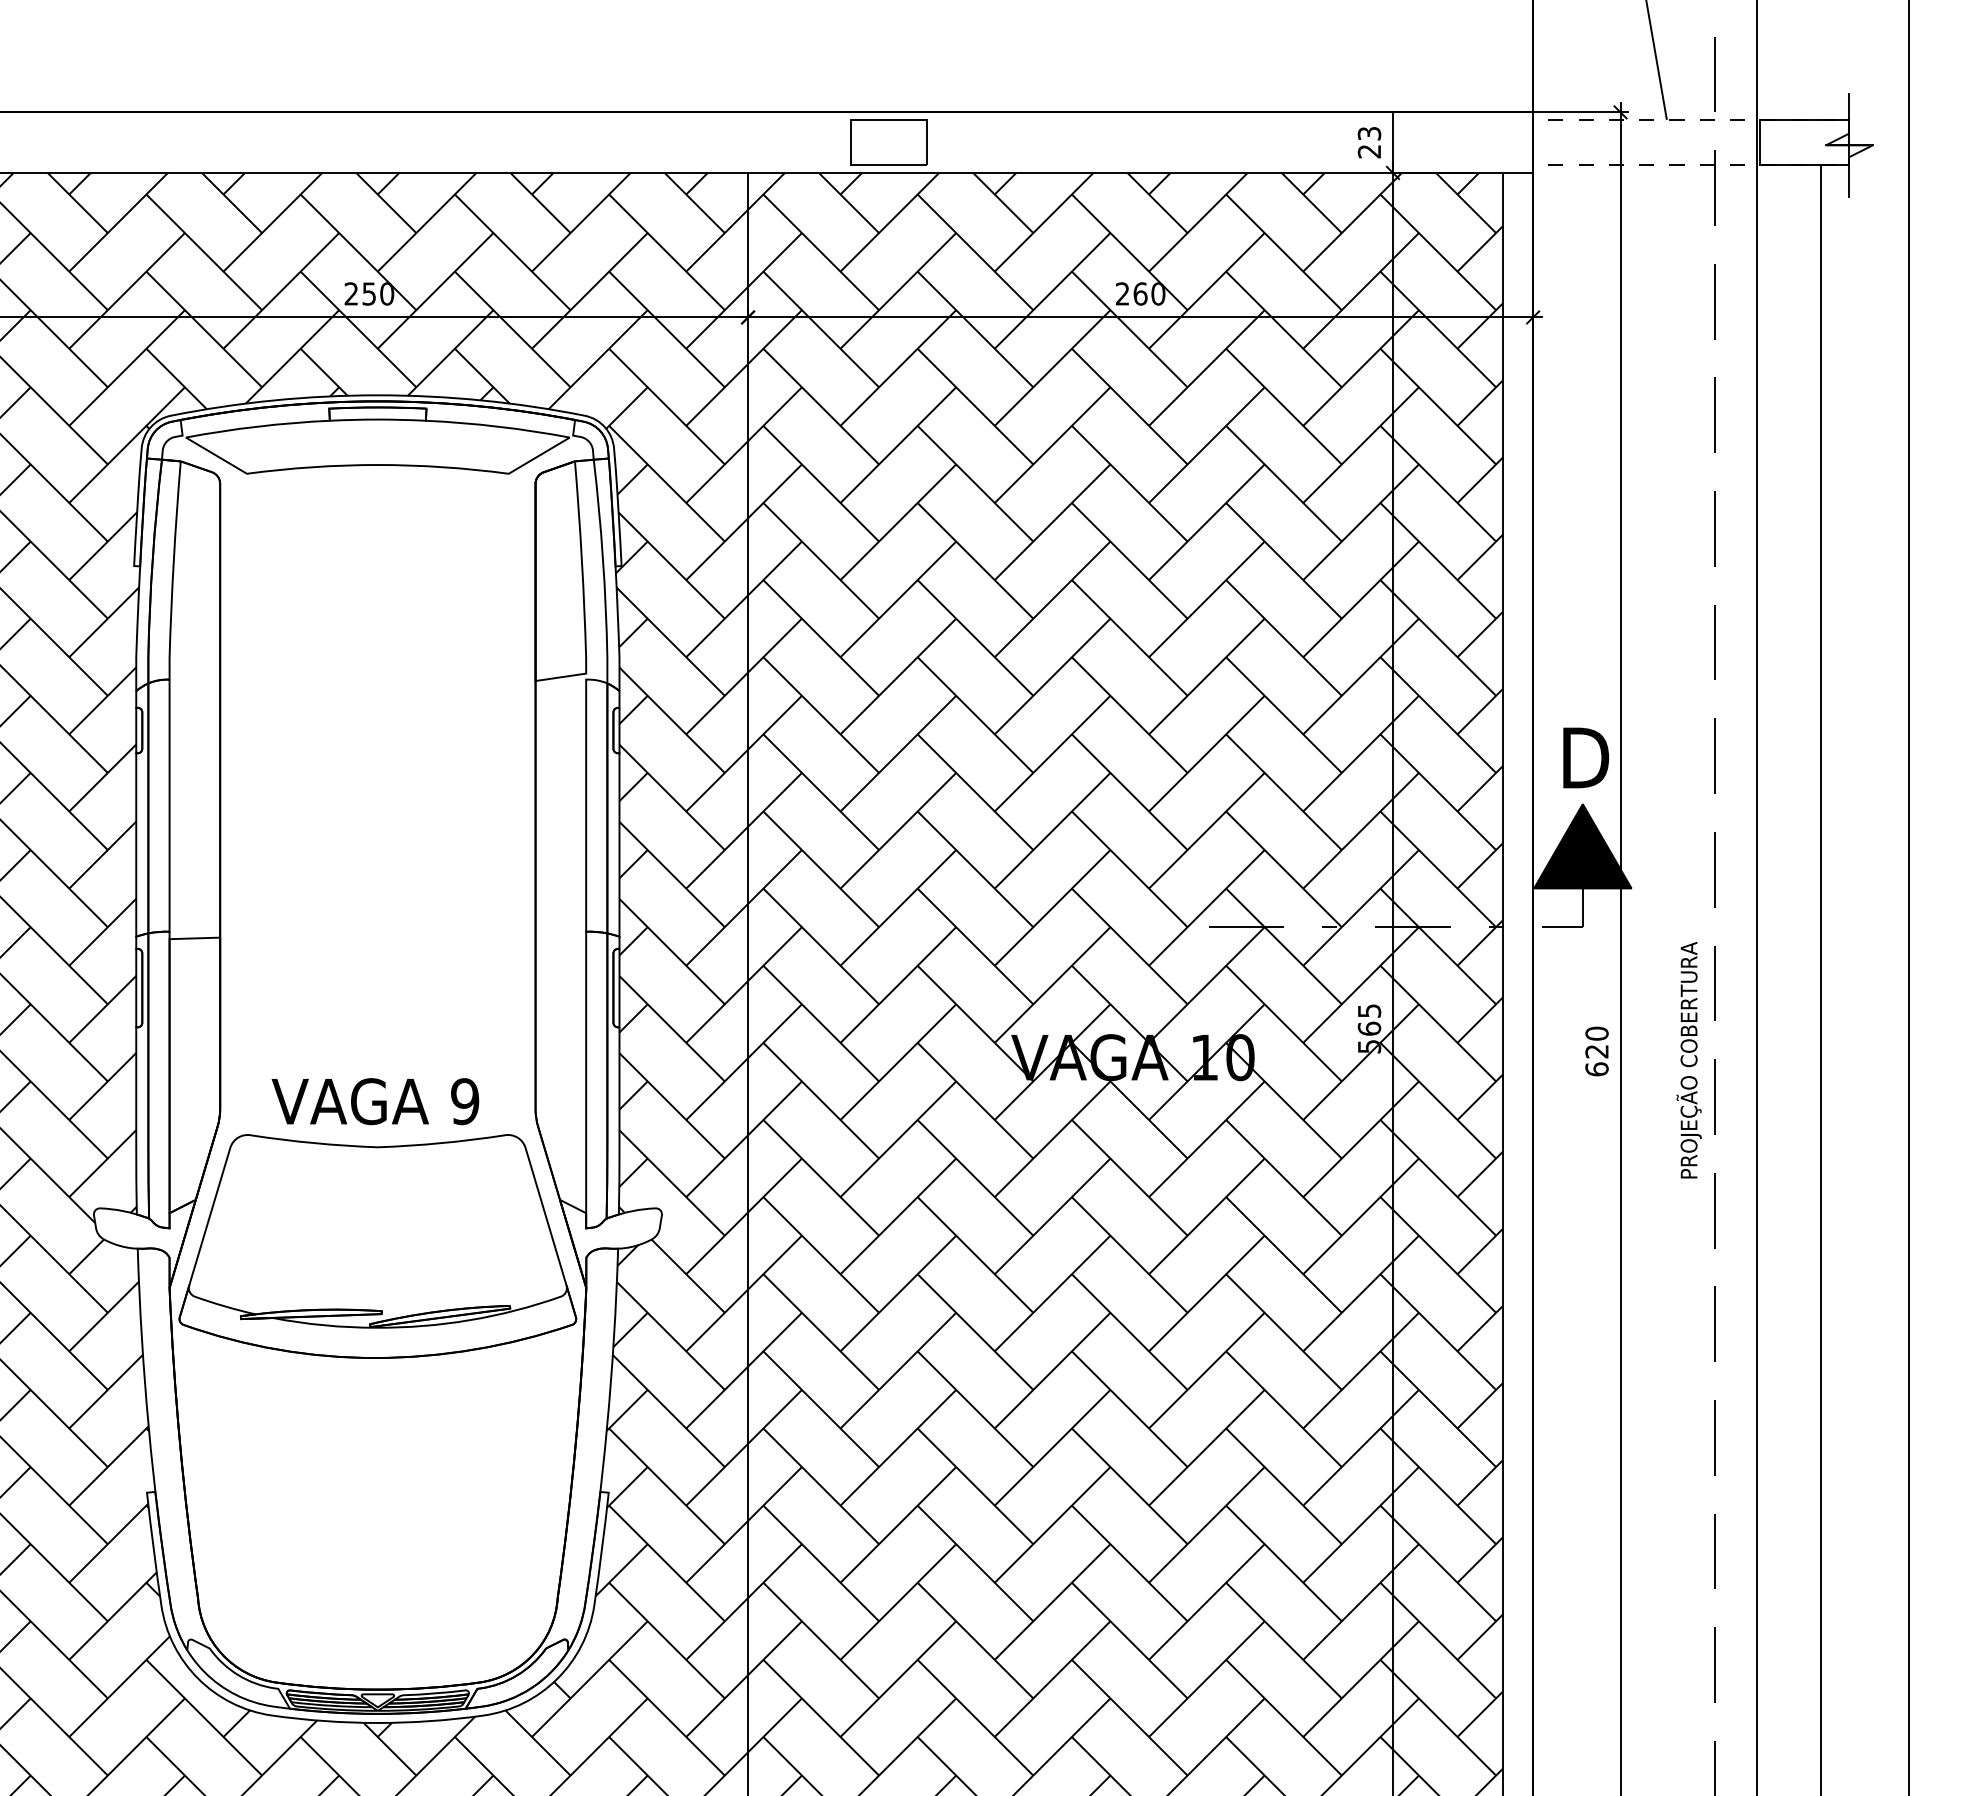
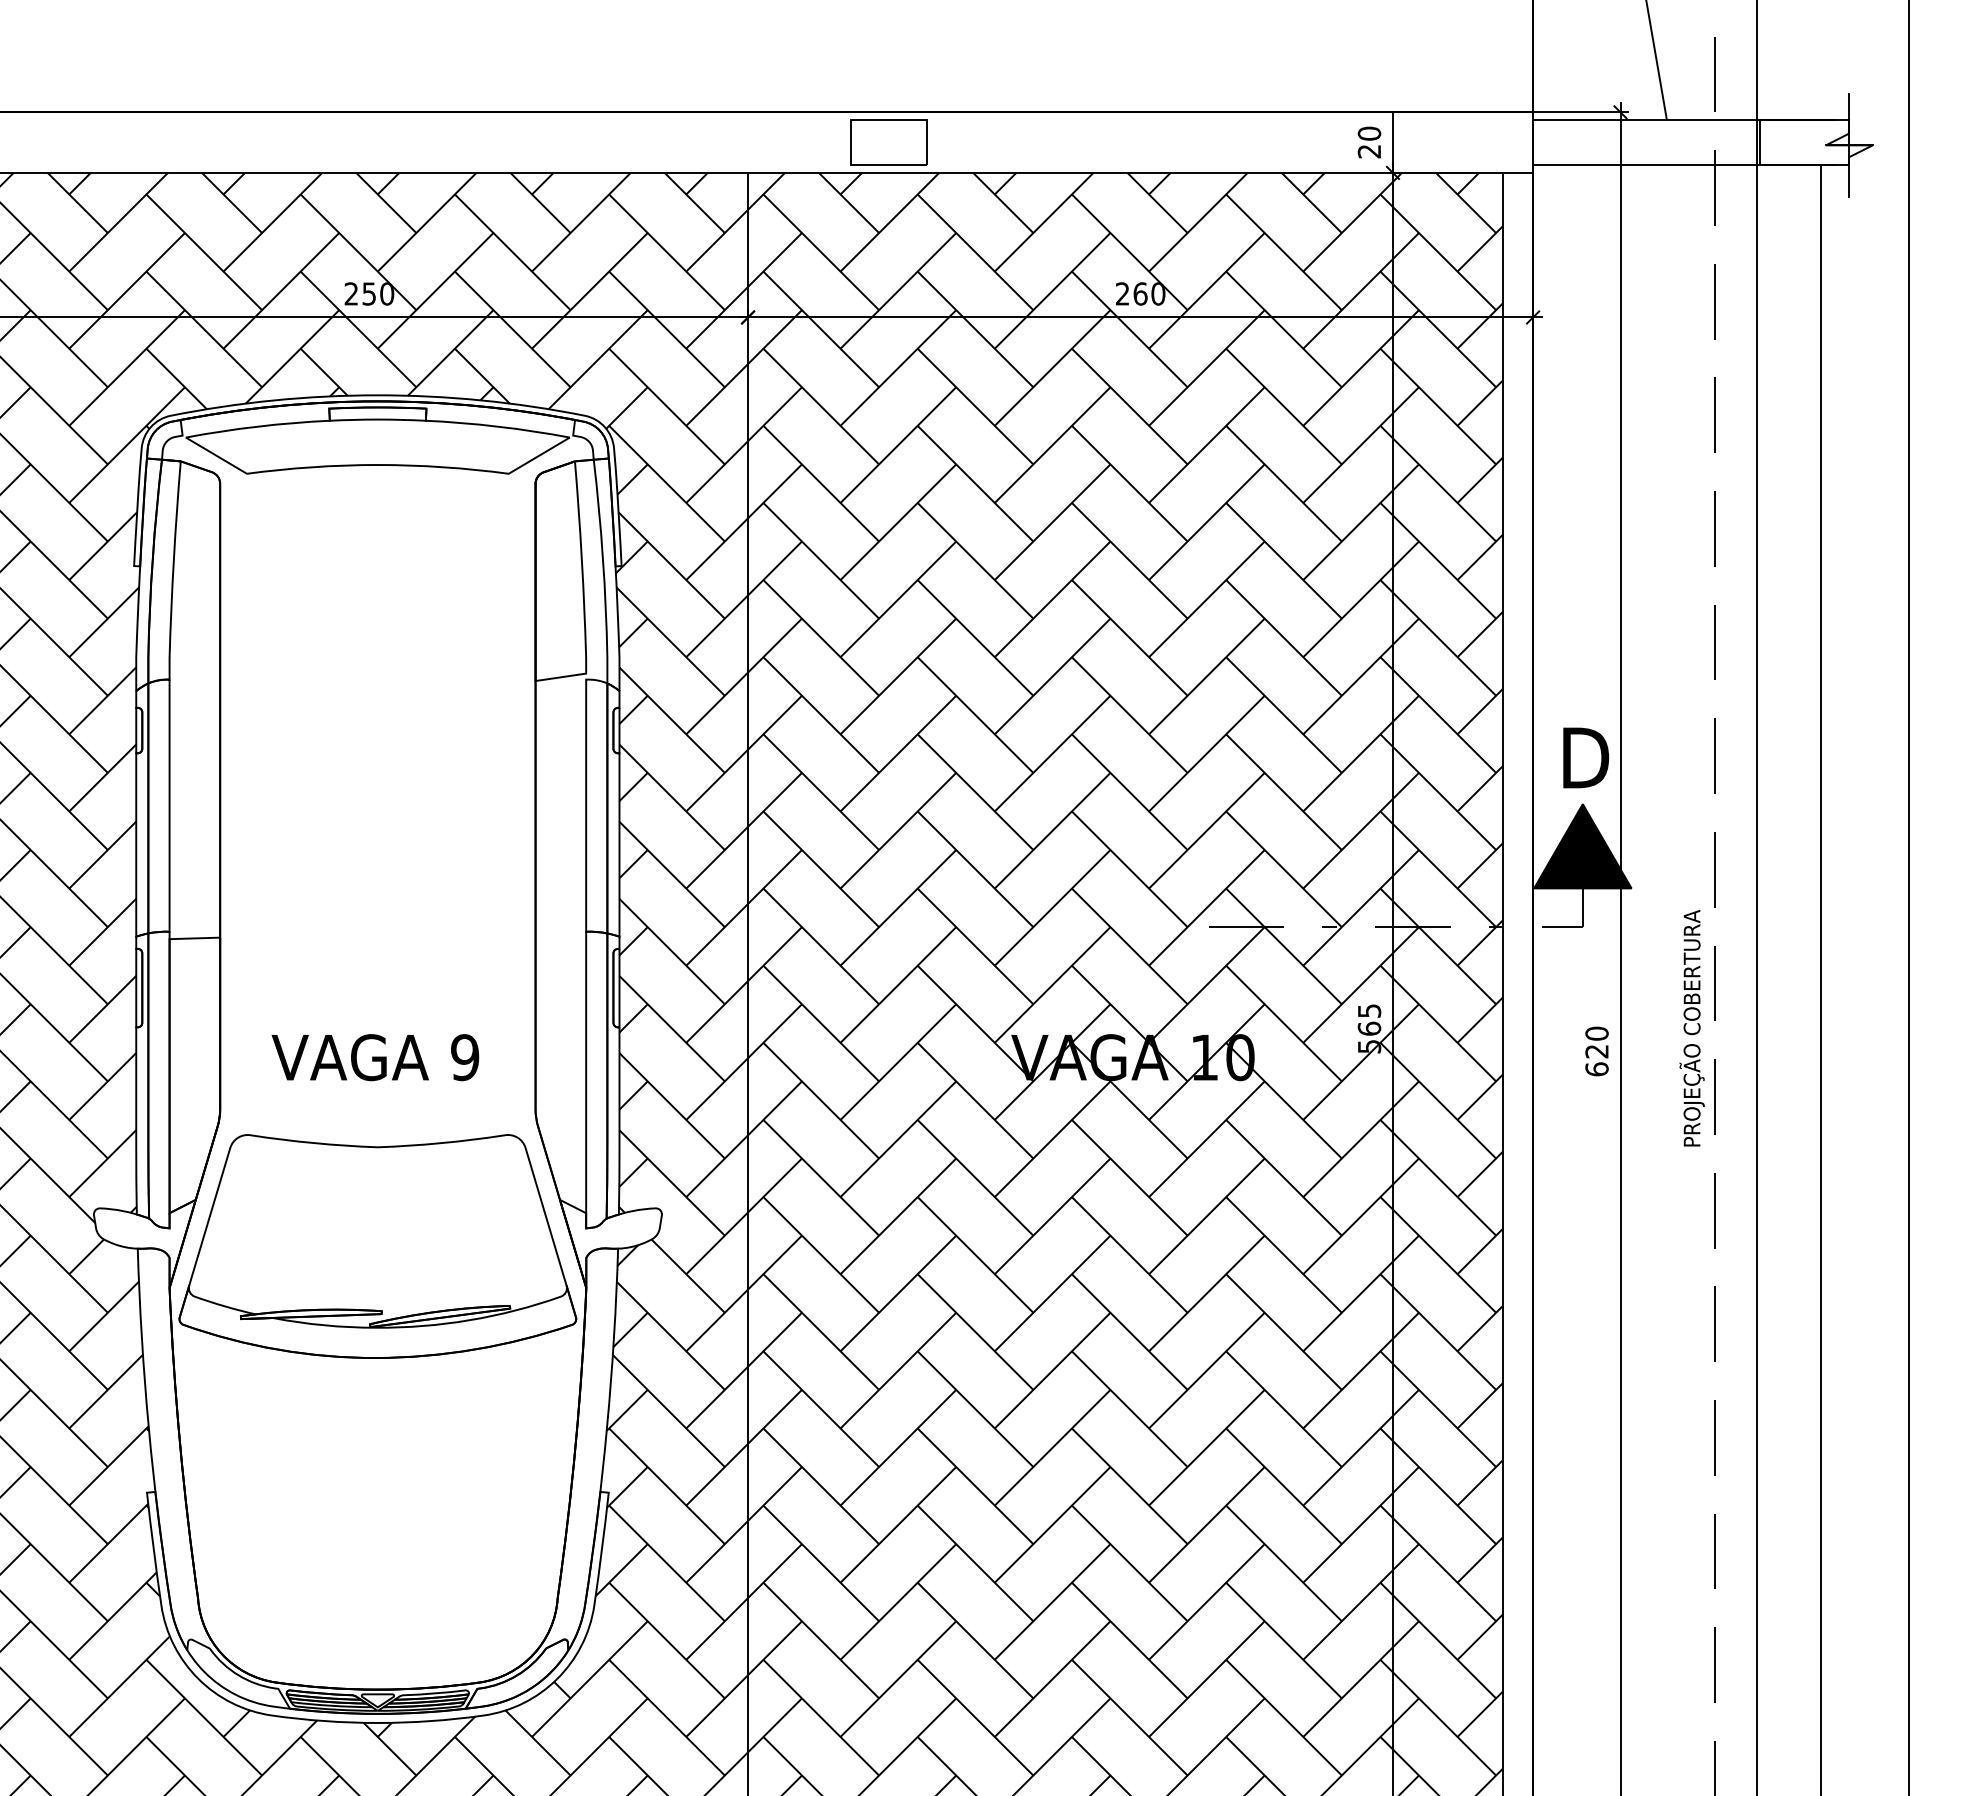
text at (1369, 133): 23 -> 20
line at (1533, 142): dashed -> solid
text at (1688, 1060) position: (1688, 1060) -> (1691, 1028)
text at (375, 1101) position: (375, 1101) -> (375, 1057)
